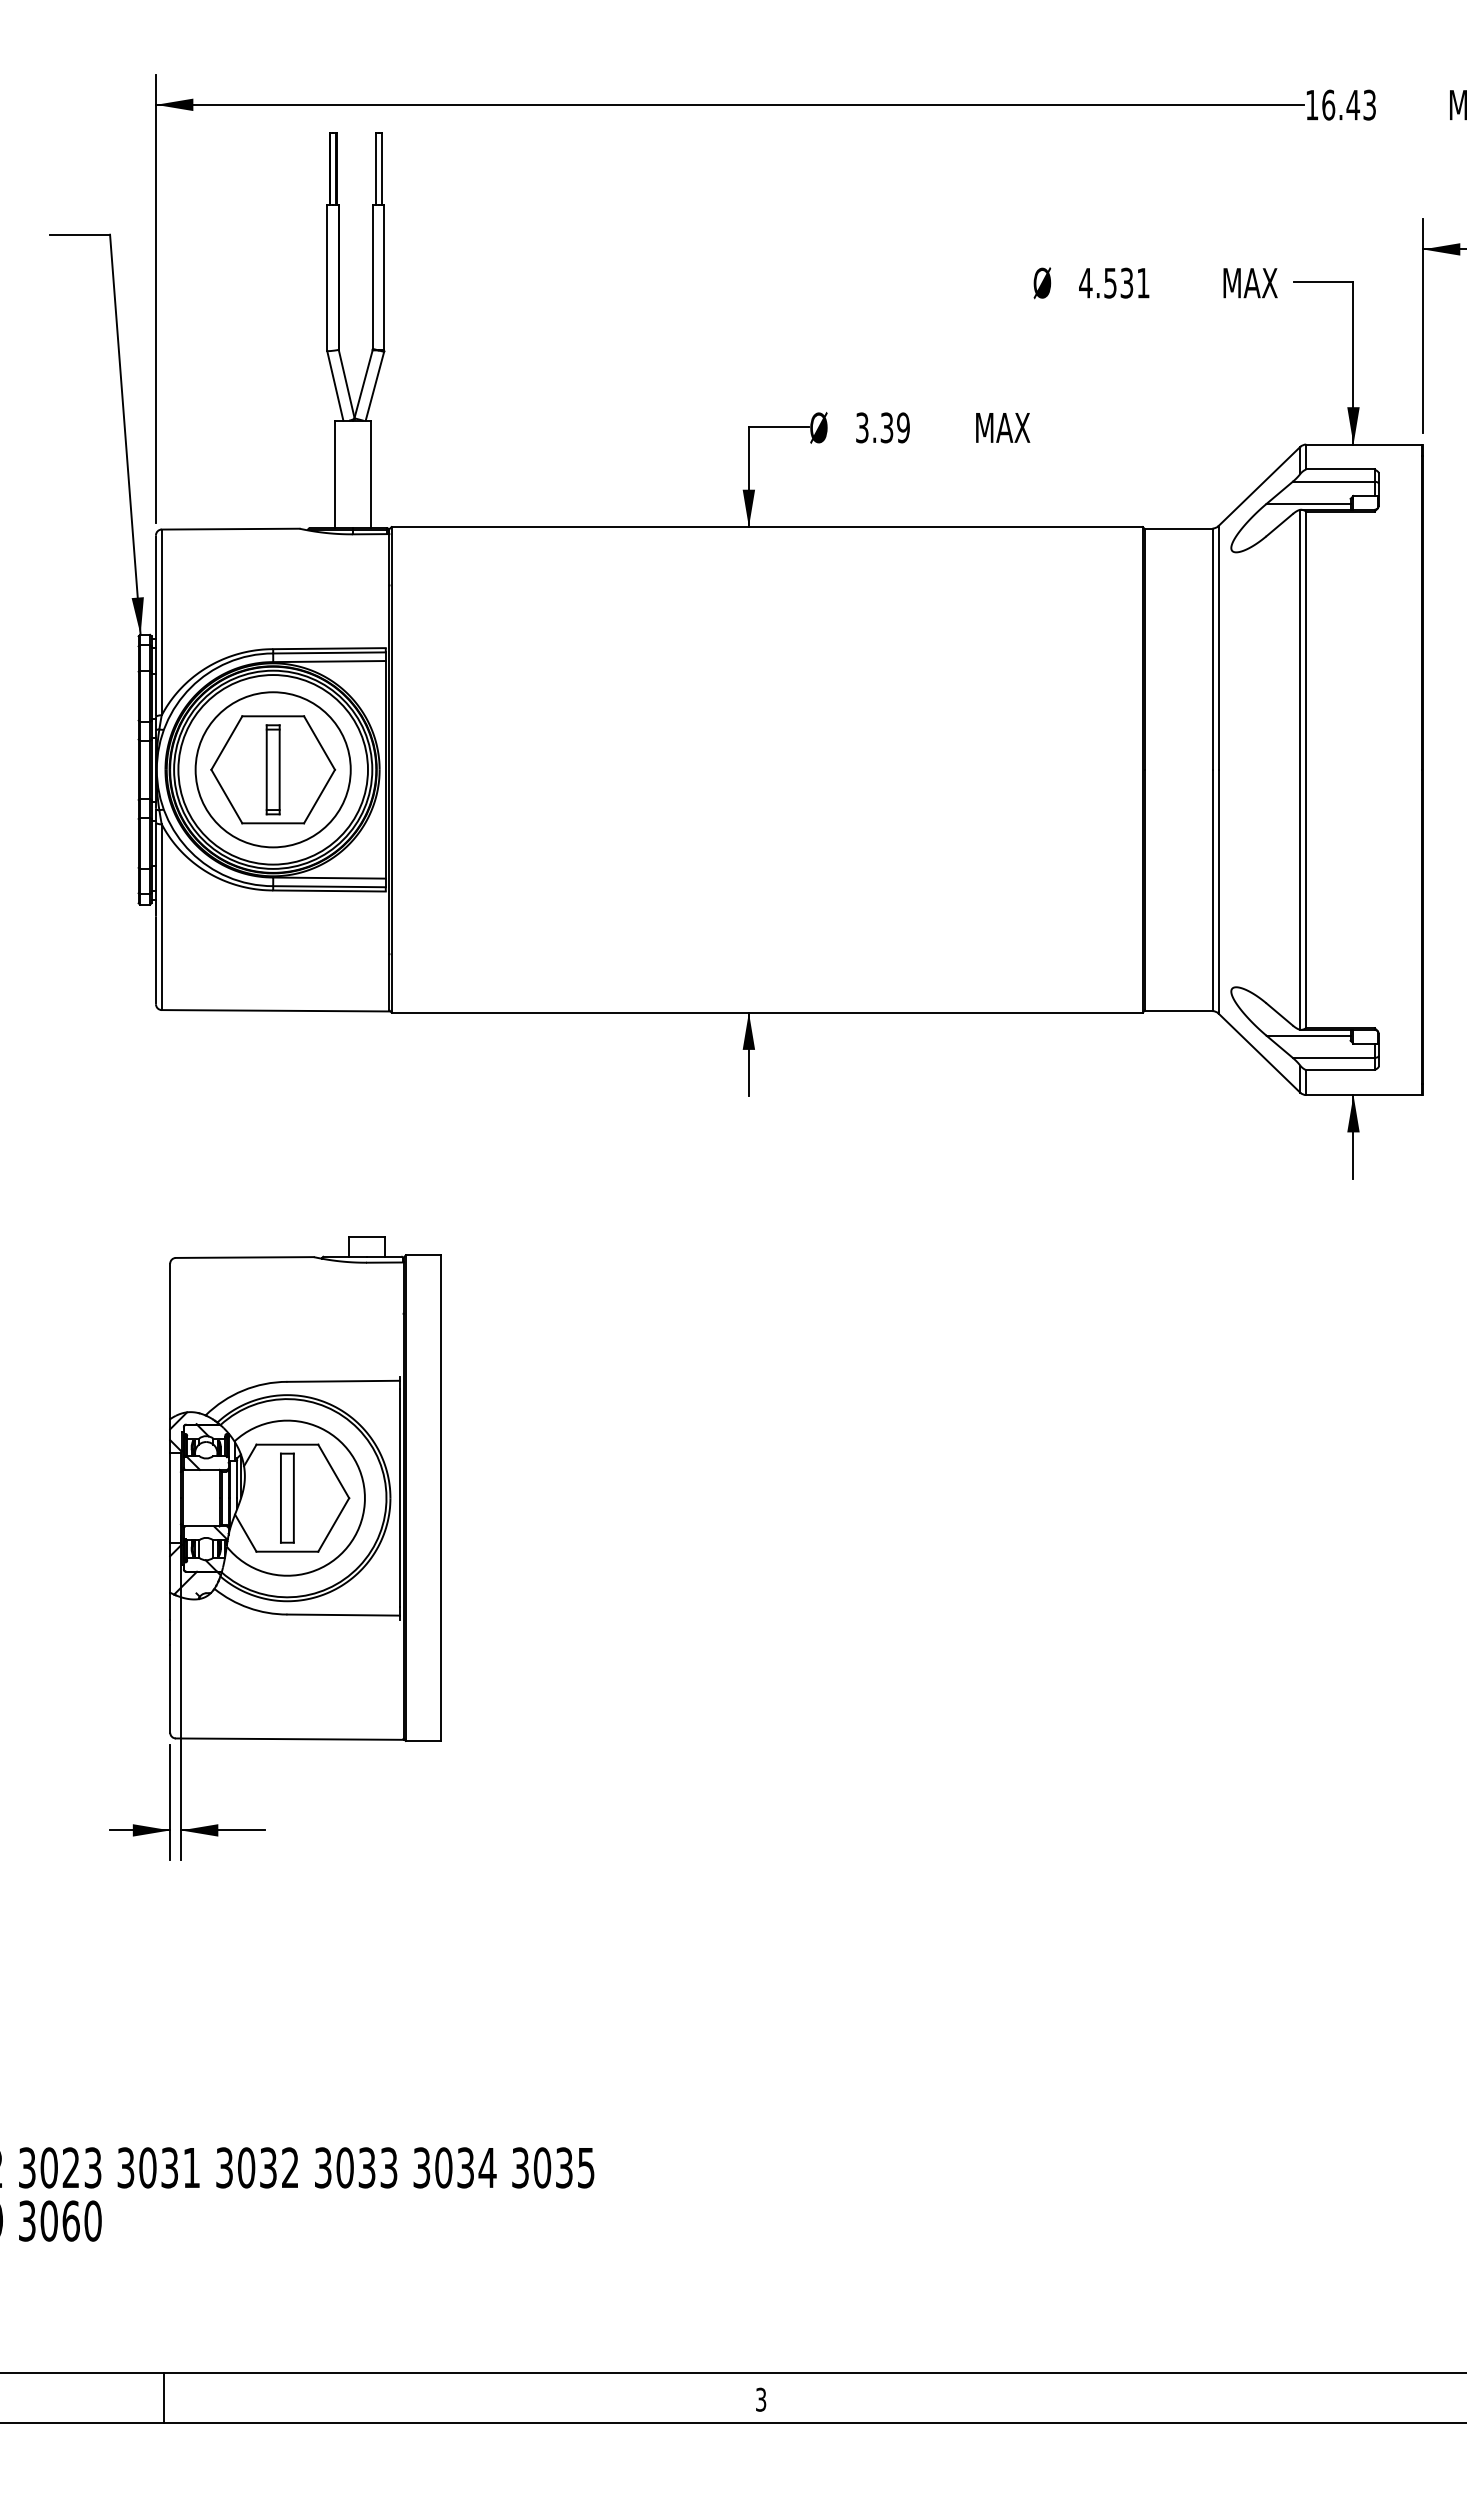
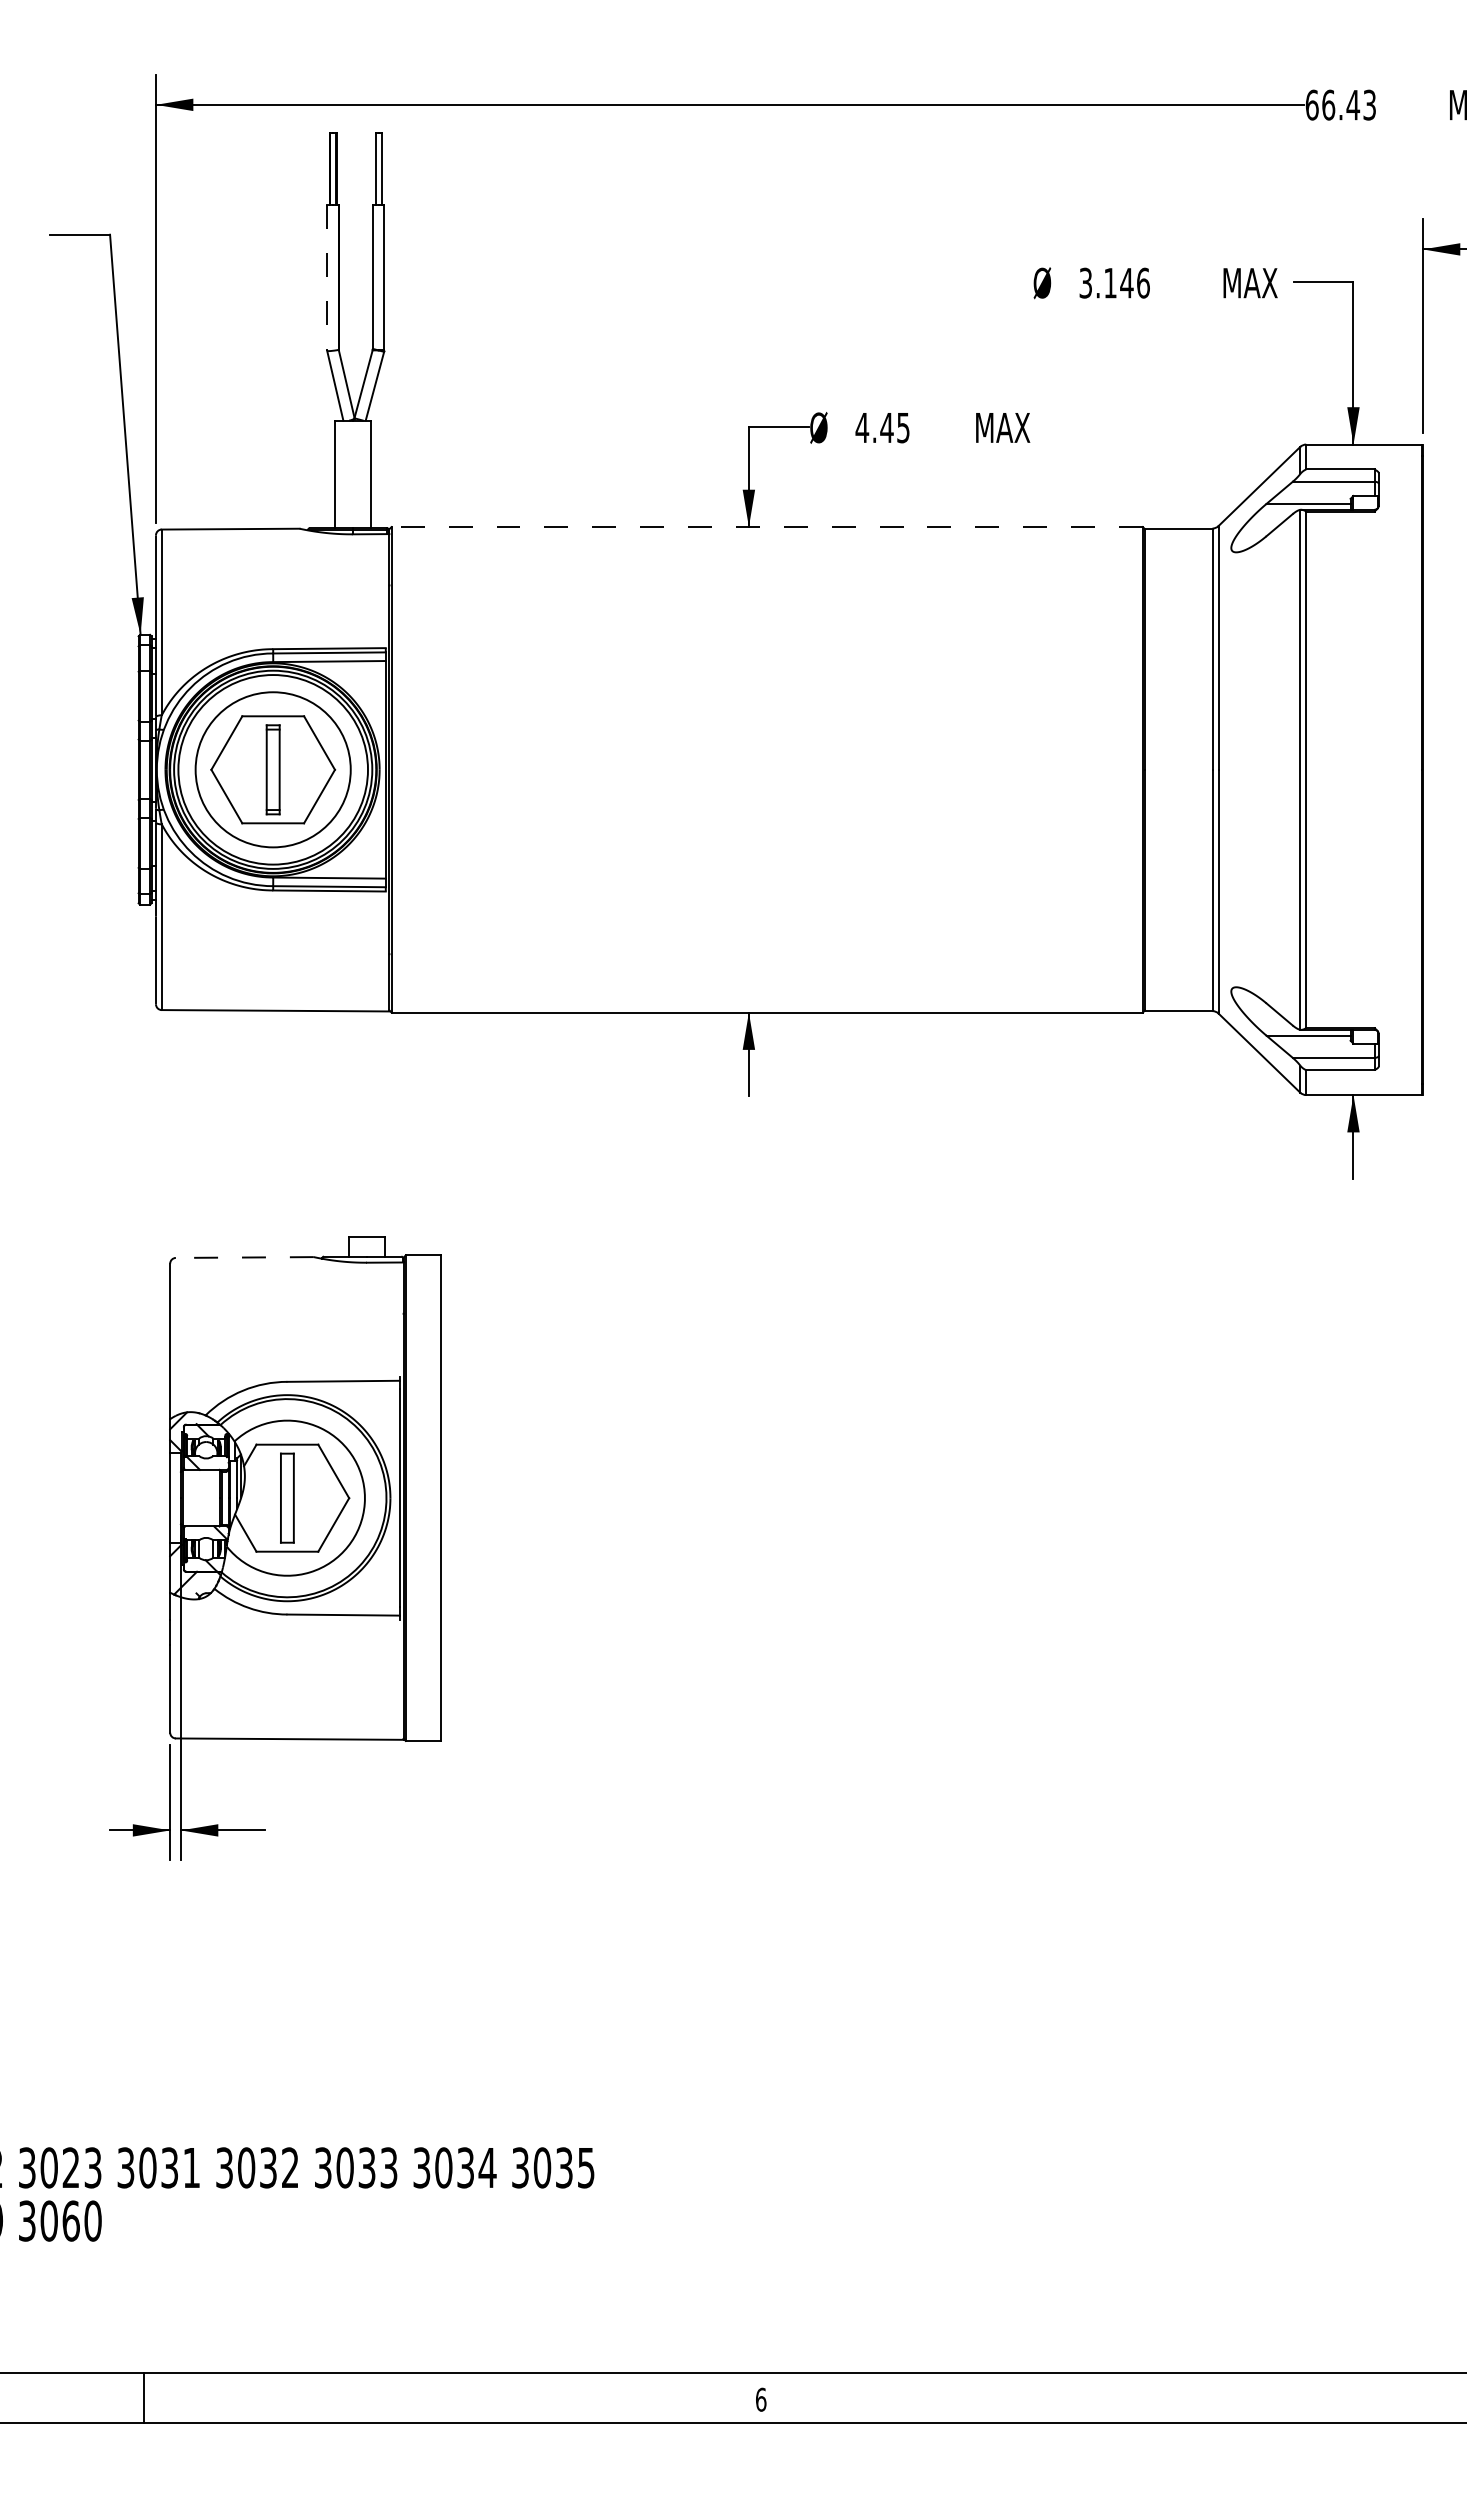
text at (1311, 104): 16.43 -> 66.43
line at (327, 278): solid -> dashed
text at (1114, 282): 4.531 -> 3.146
text at (882, 427): 3.39 -> 4.45
line at (767, 527): solid -> dashed
line at (244, 1257): solid -> dashed
line at (163, 2397) position: (163, 2397) -> (143, 2397)
text at (761, 2399): 3 -> 6
